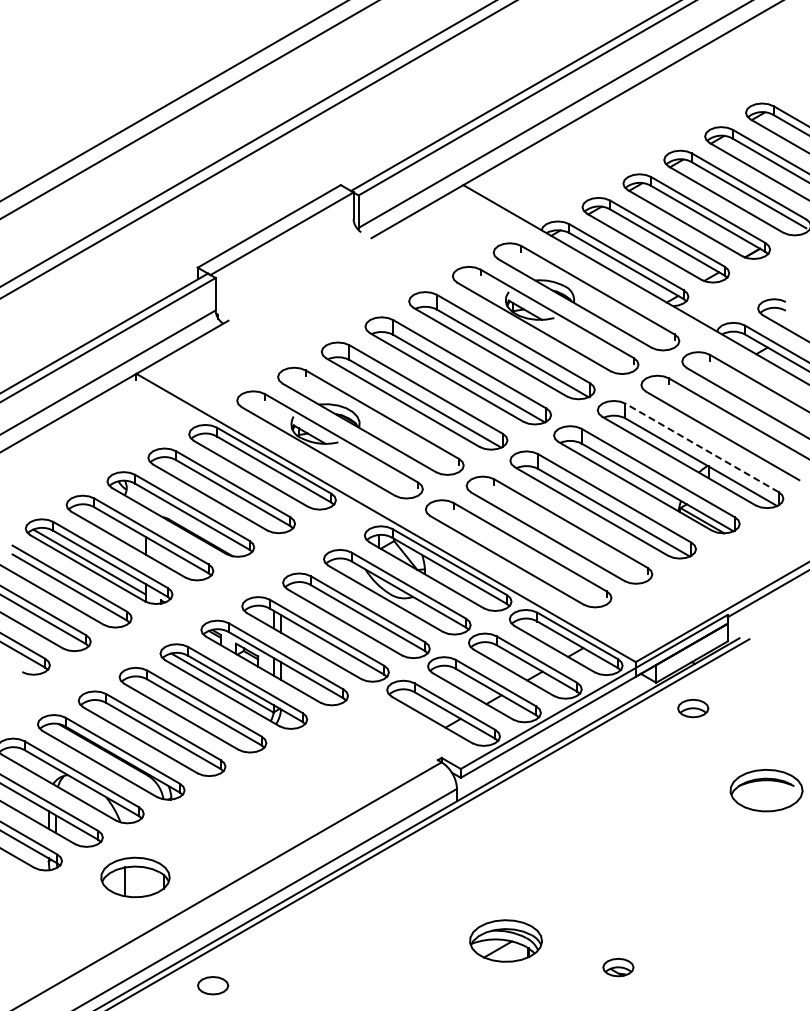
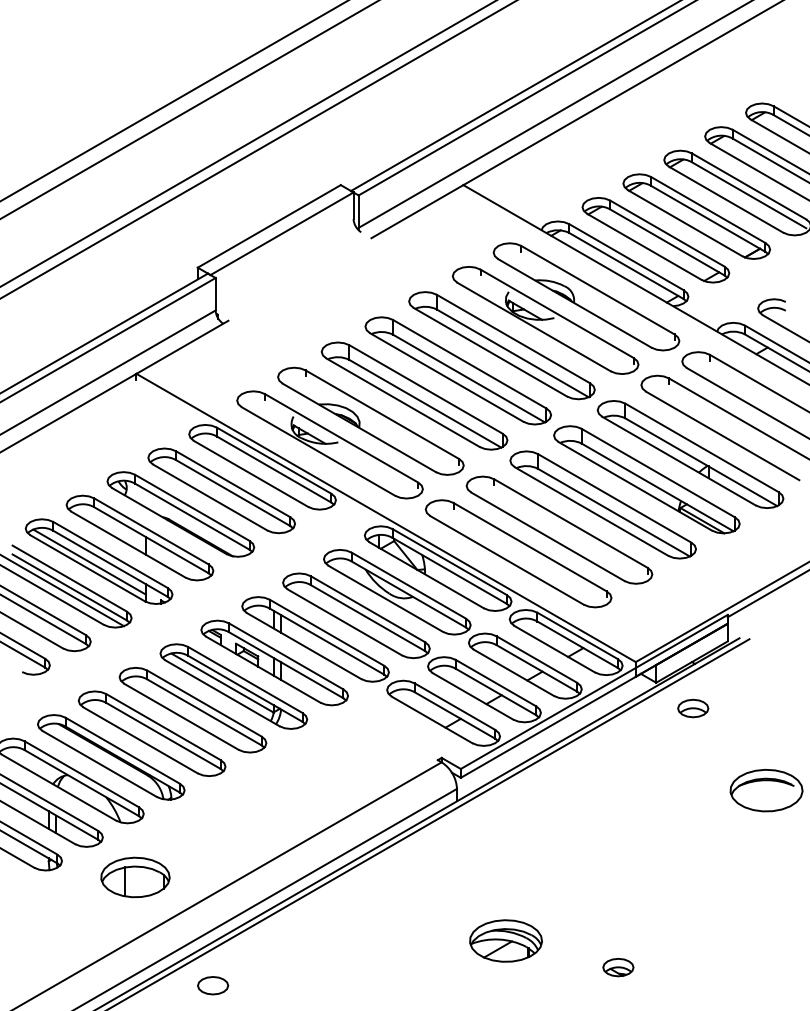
line at (701, 447): dashed -> solid
line at (63, 591): none -> present
